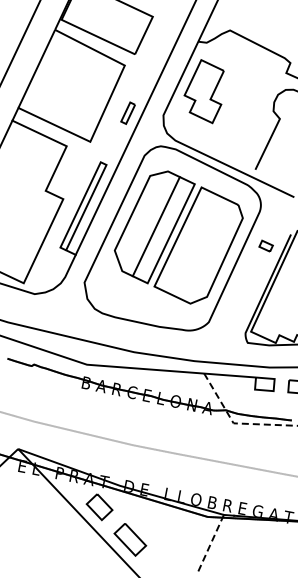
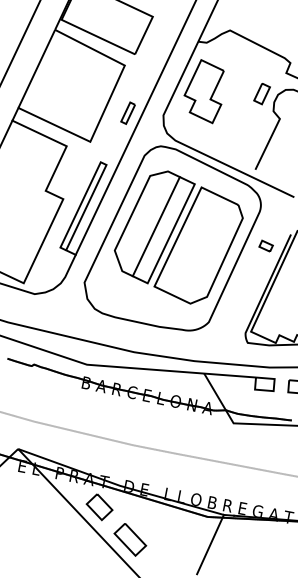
part at (261, 94): none -> present
line at (236, 423): dashed -> solid
line at (210, 544): dashed -> solid
